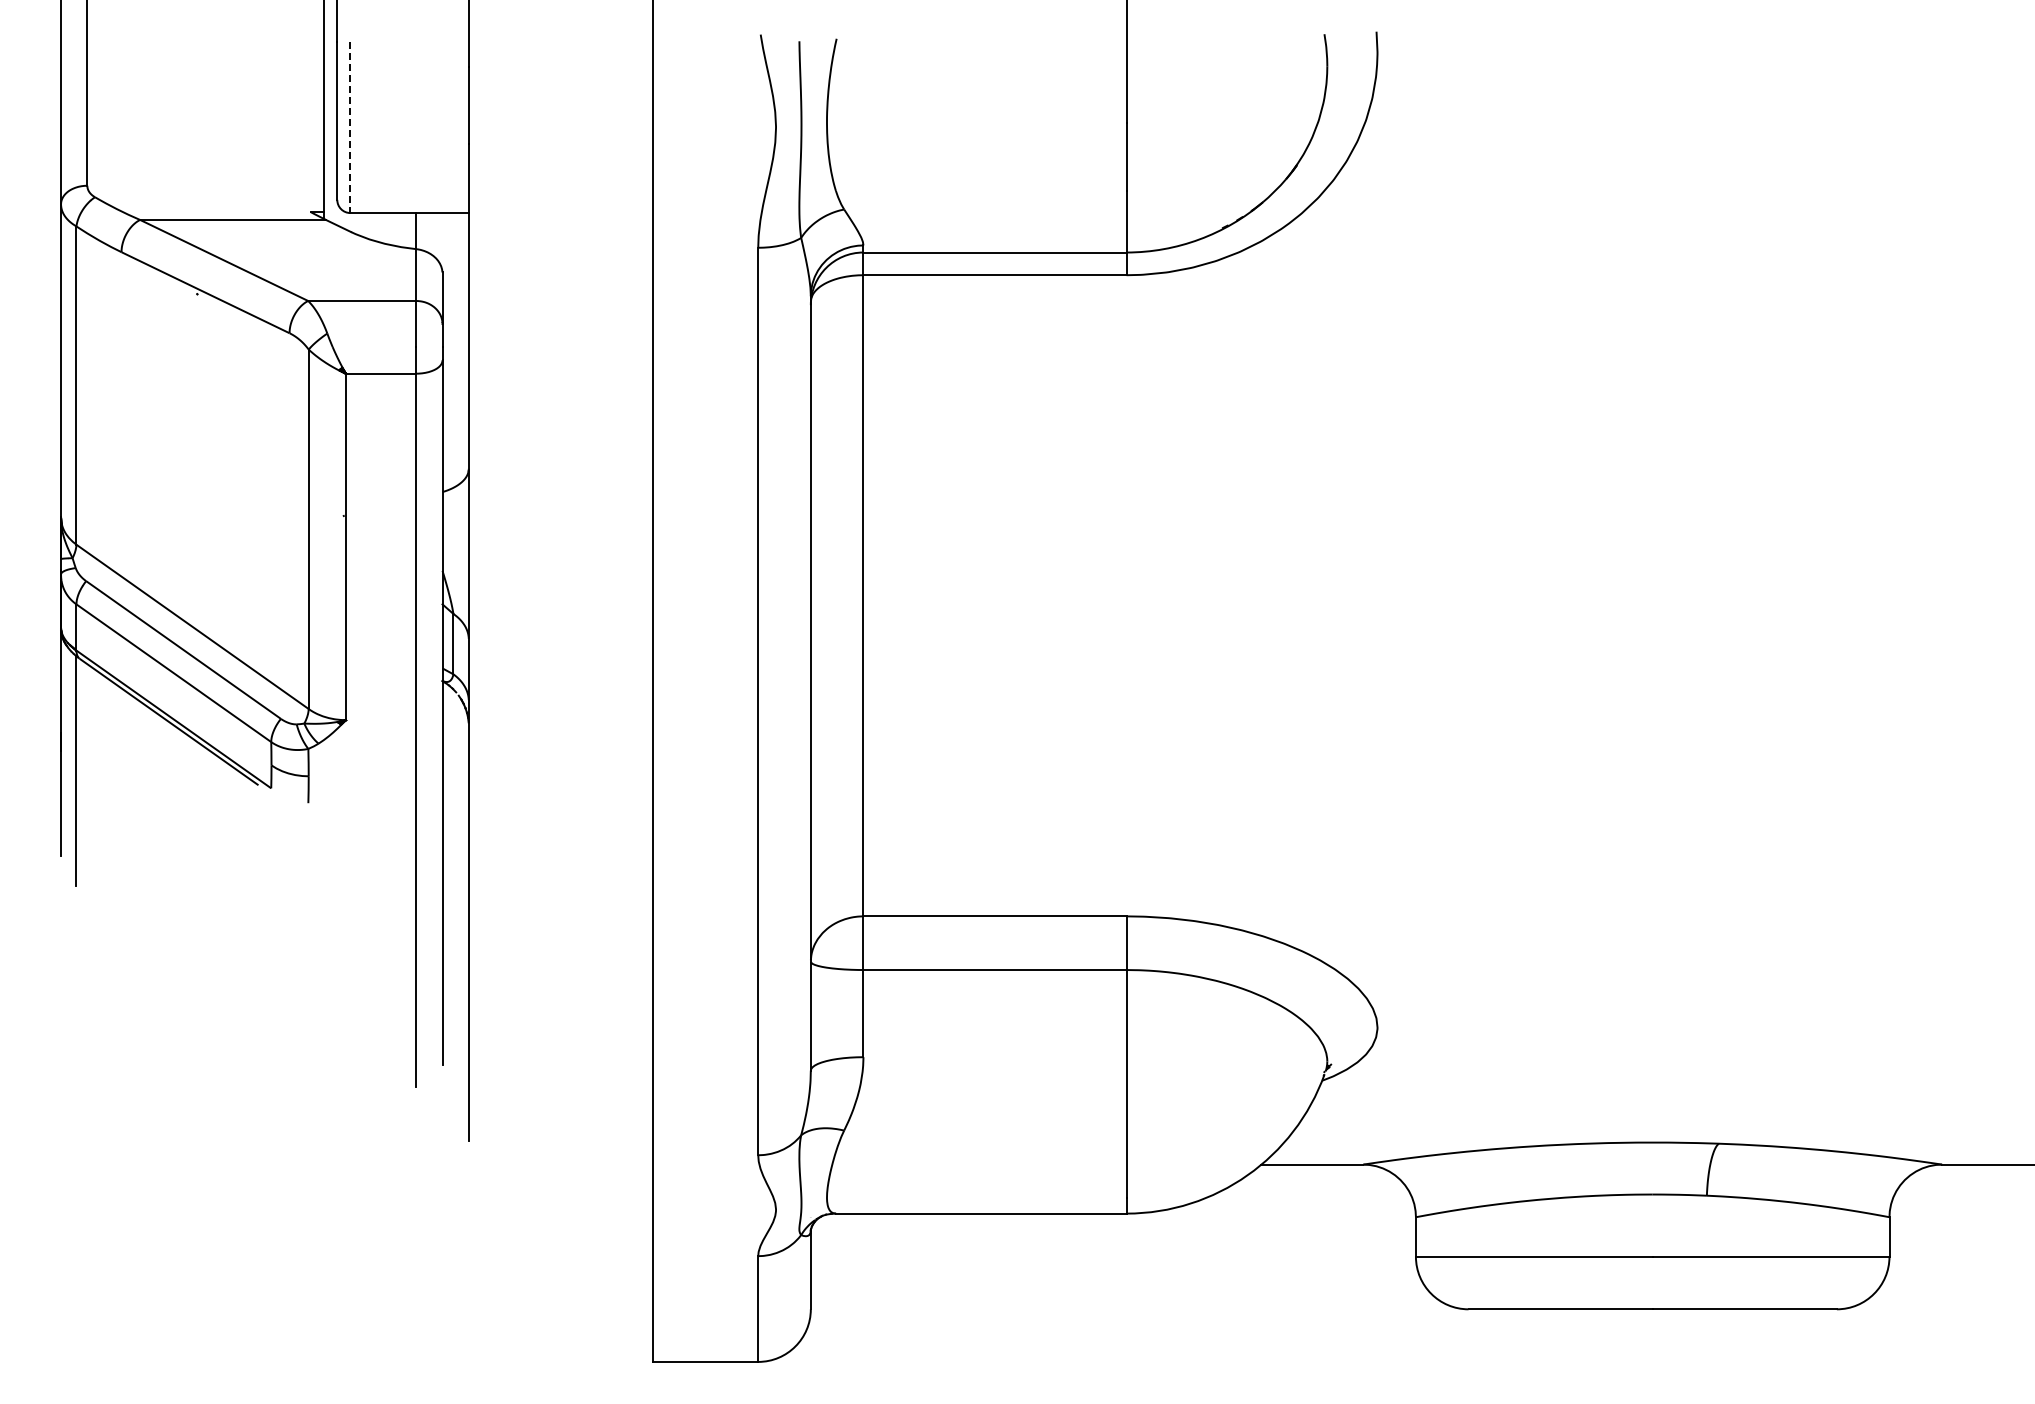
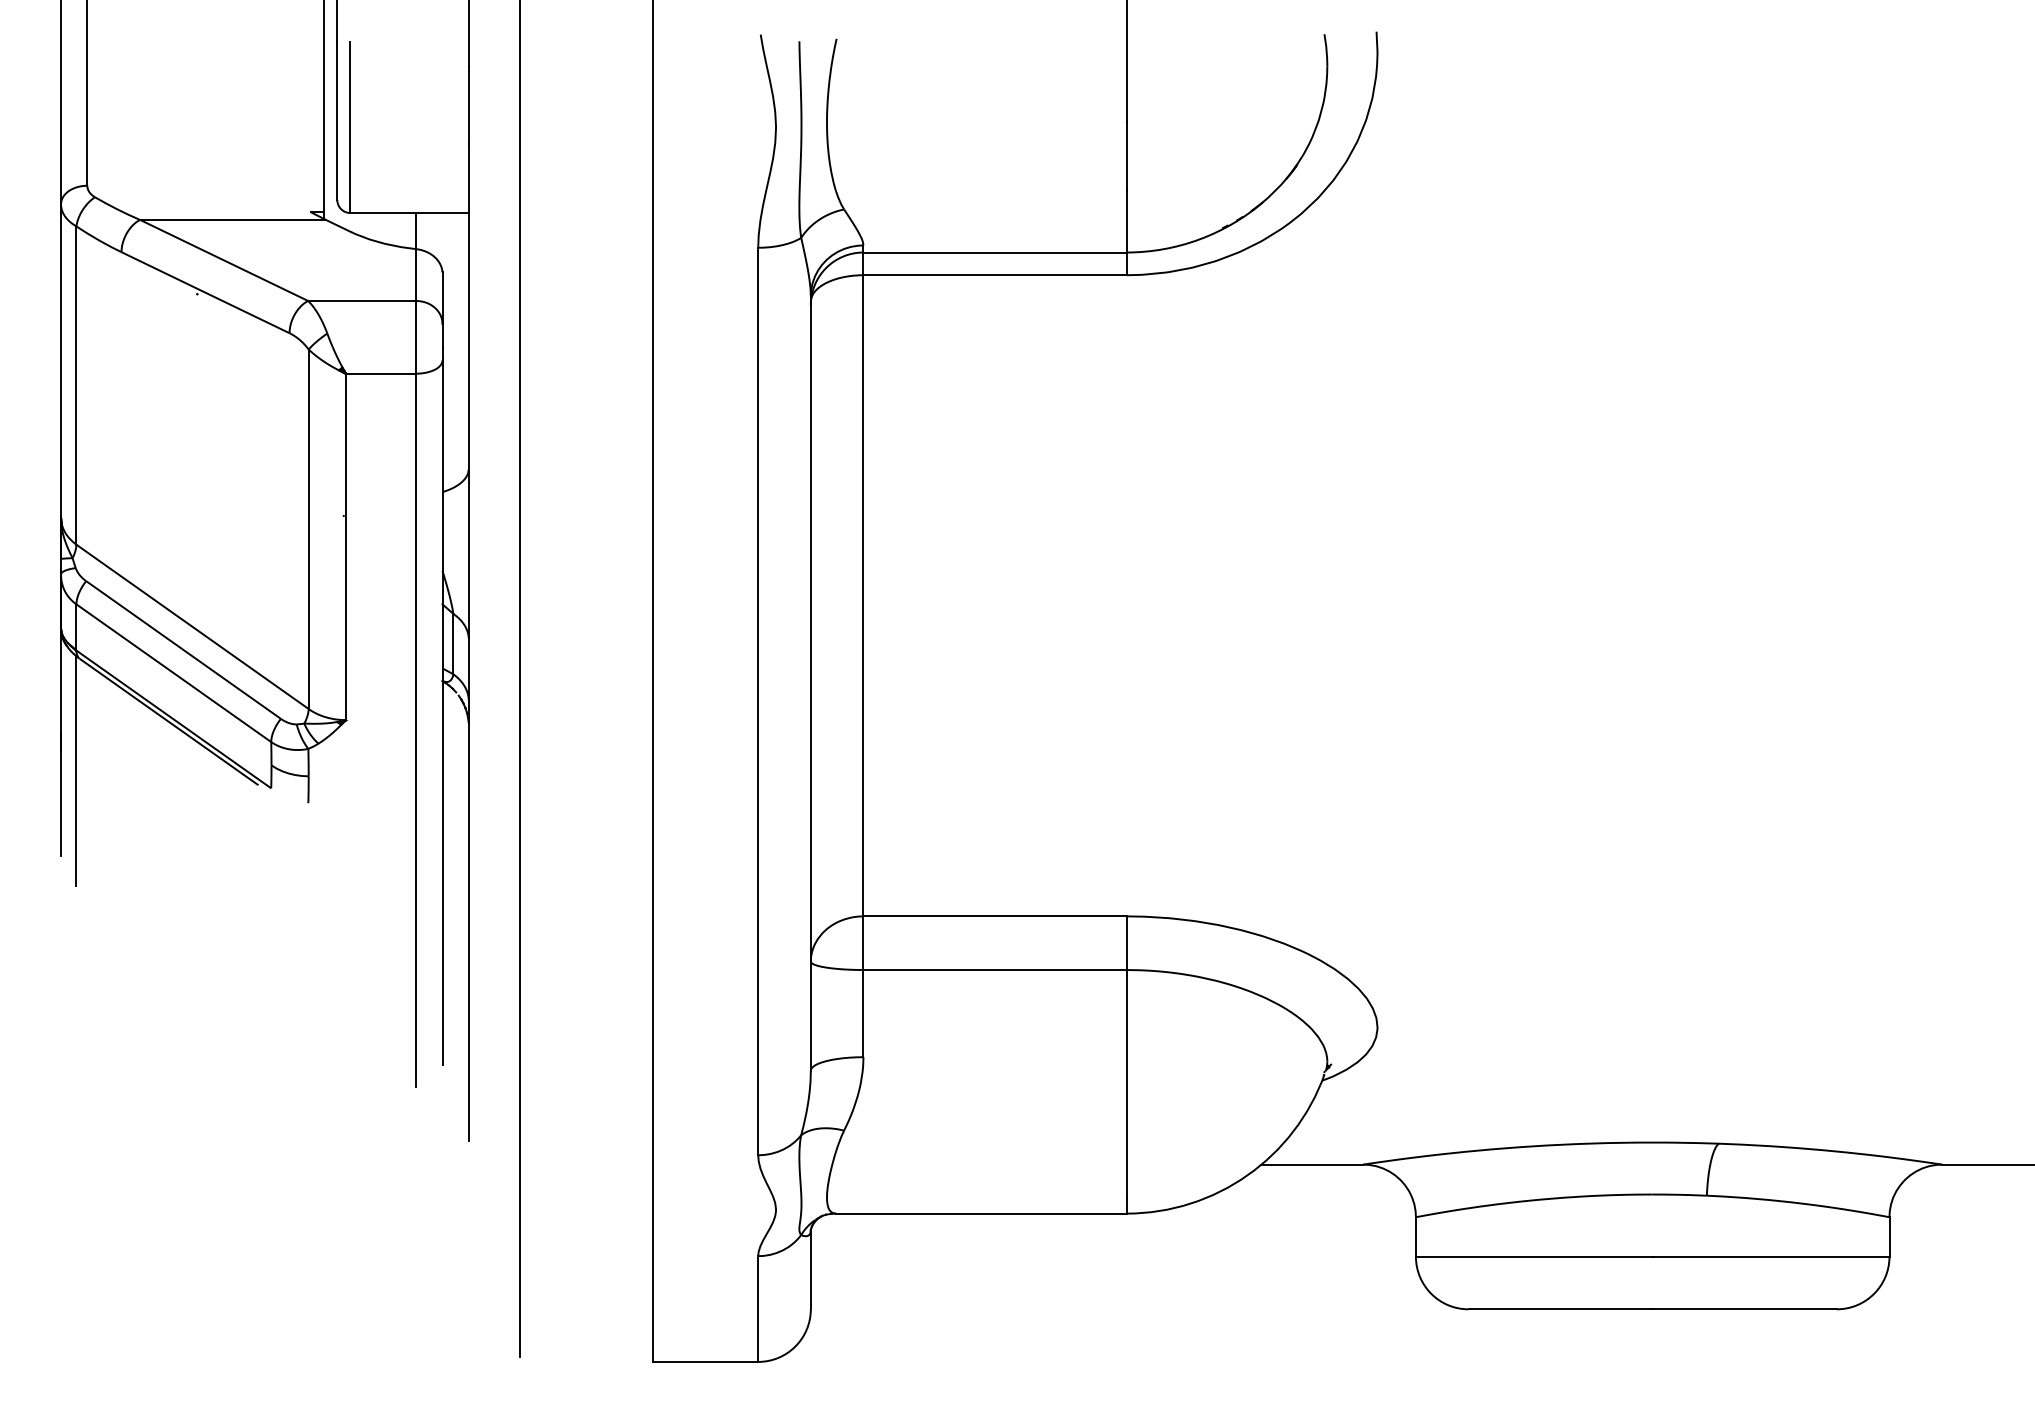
line at (350, 127): dashed -> solid
line at (519, 679): none -> present
